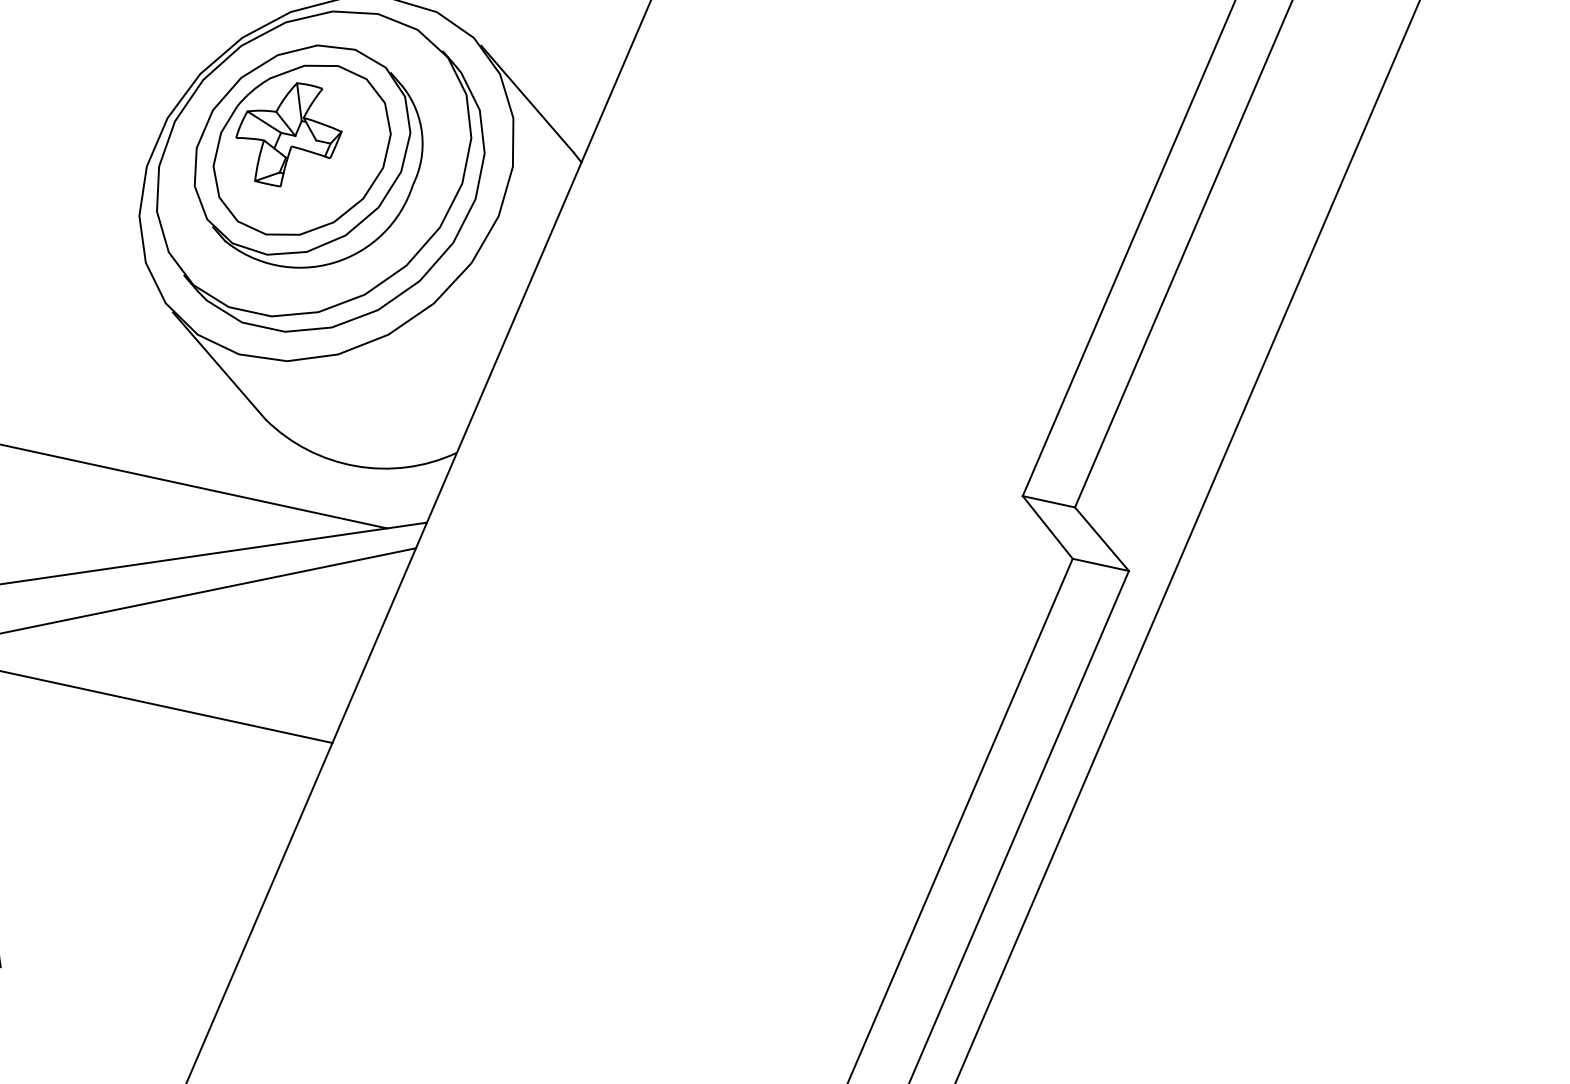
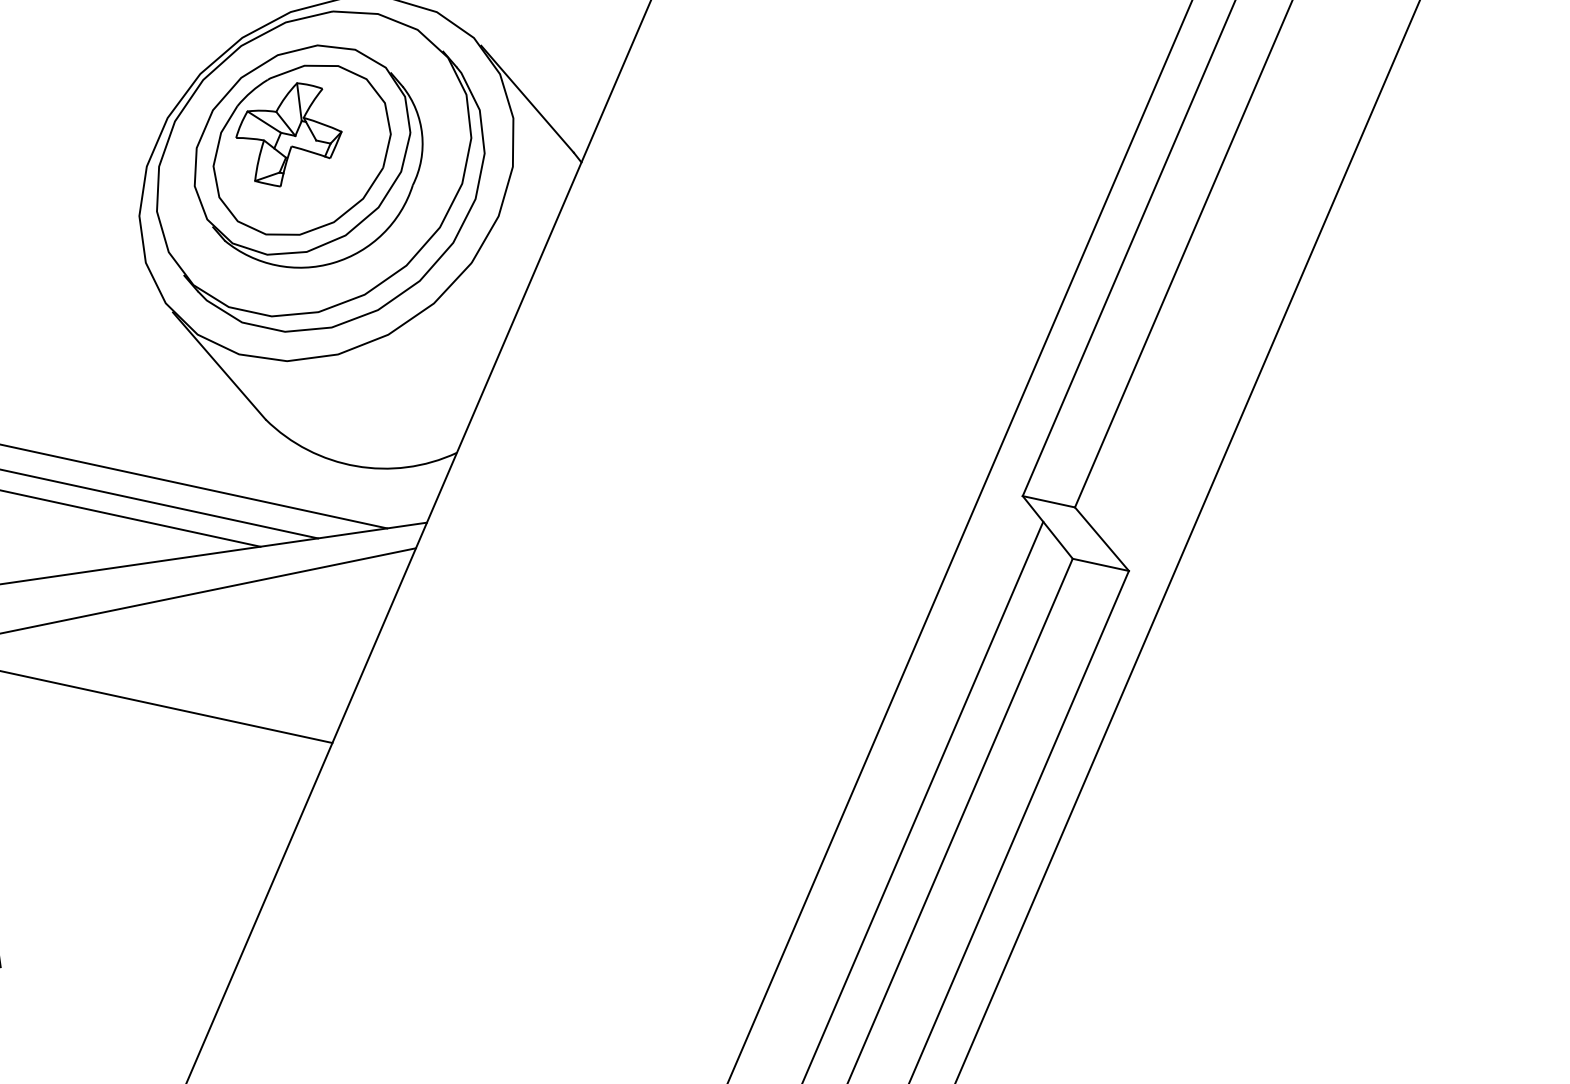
line at (160, 503): none -> present
line at (131, 518): none -> present
line at (959, 541): none -> present
line at (923, 800): none -> present
